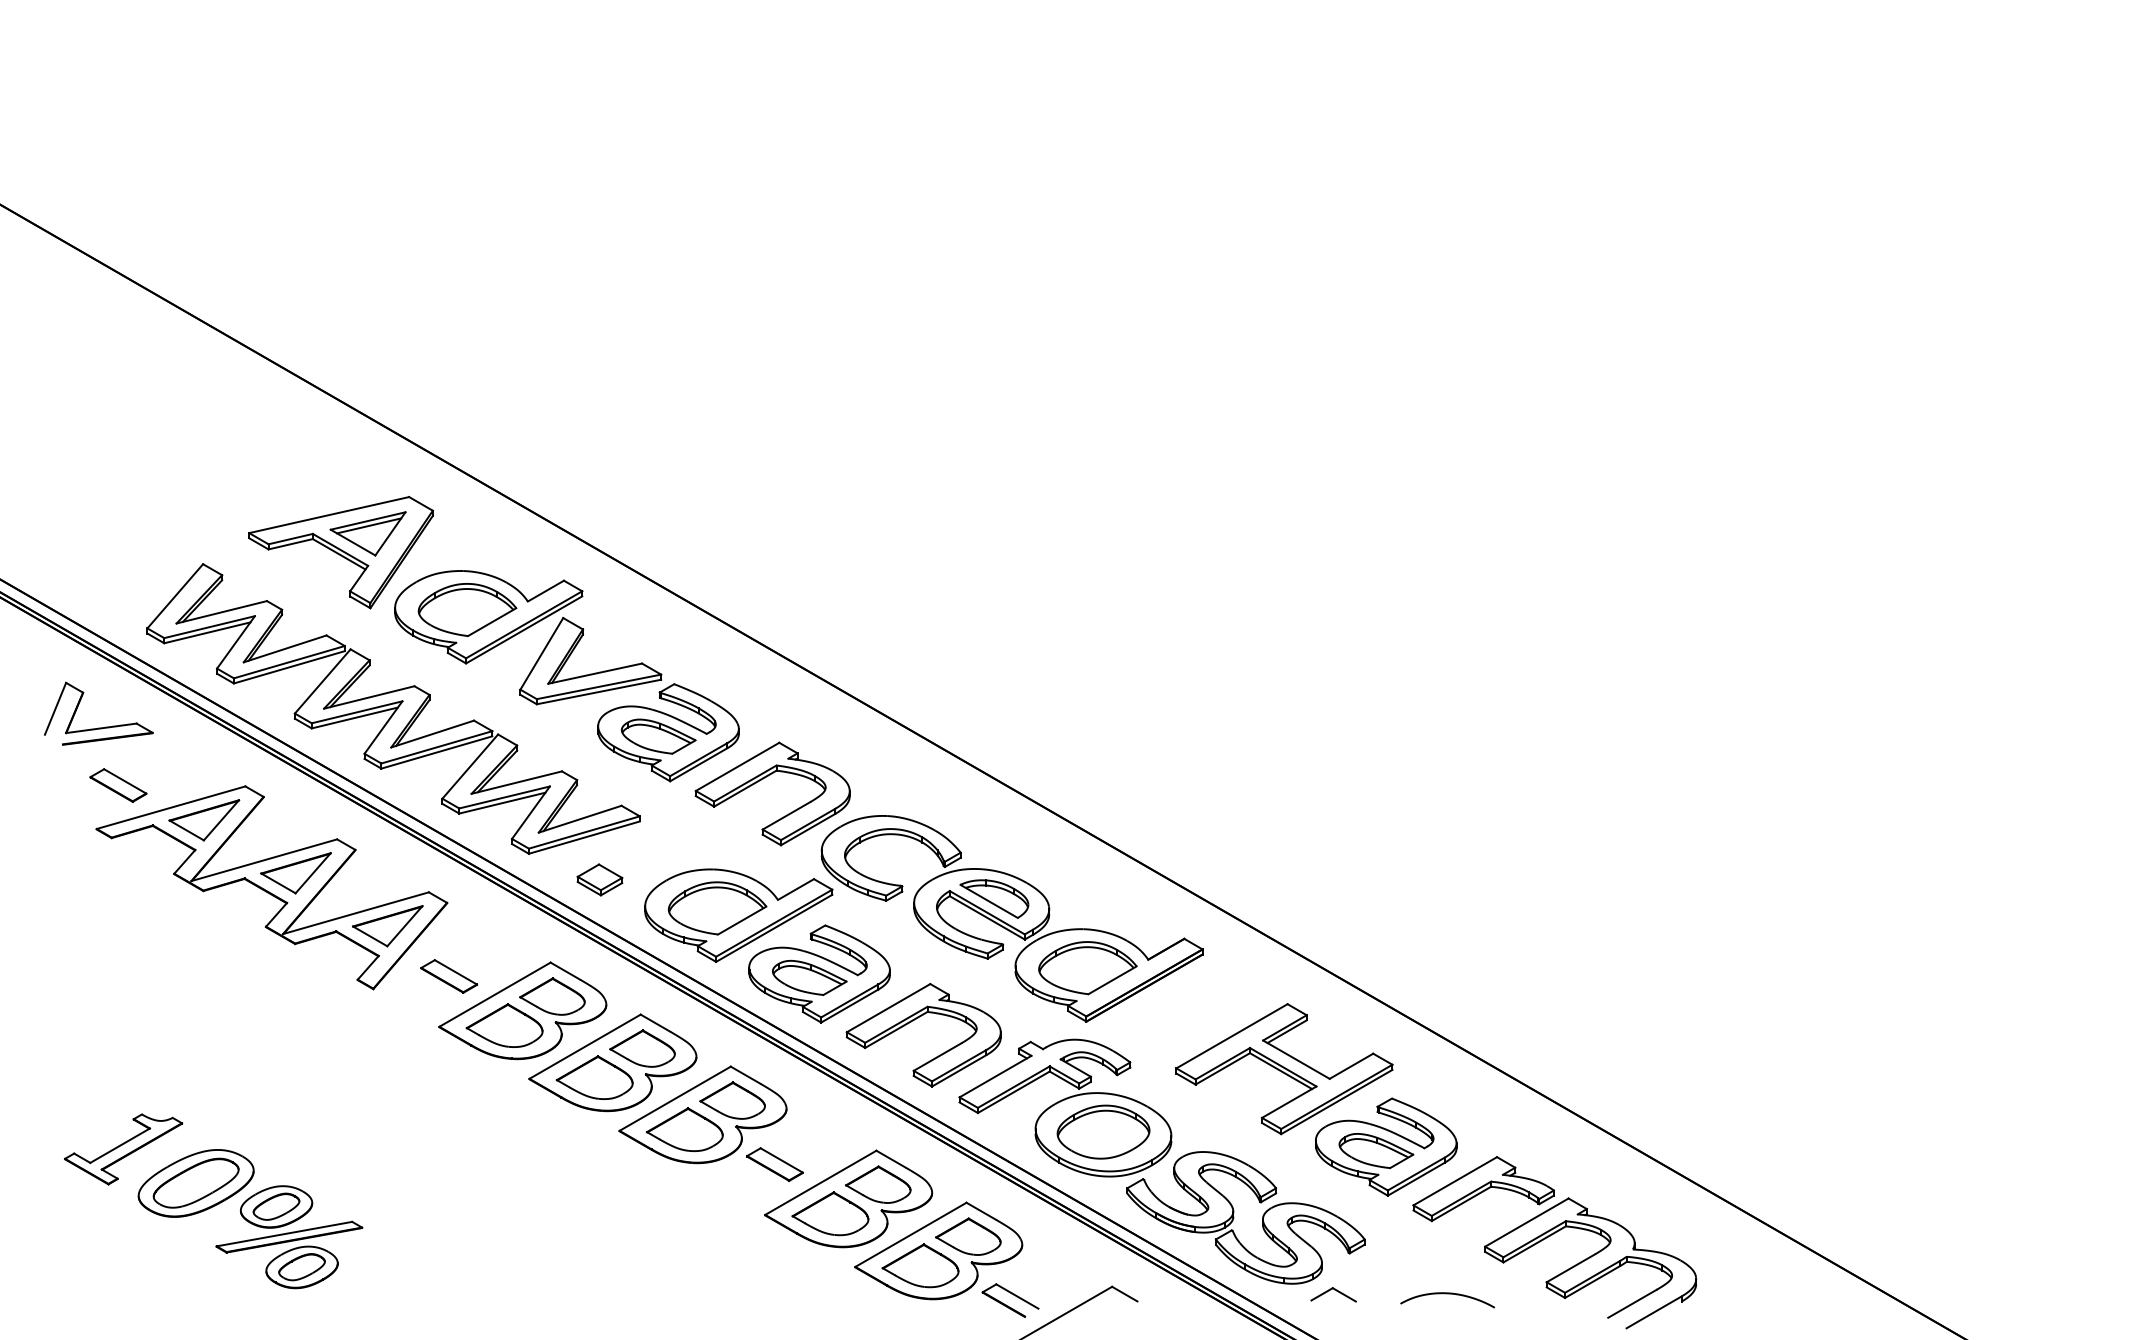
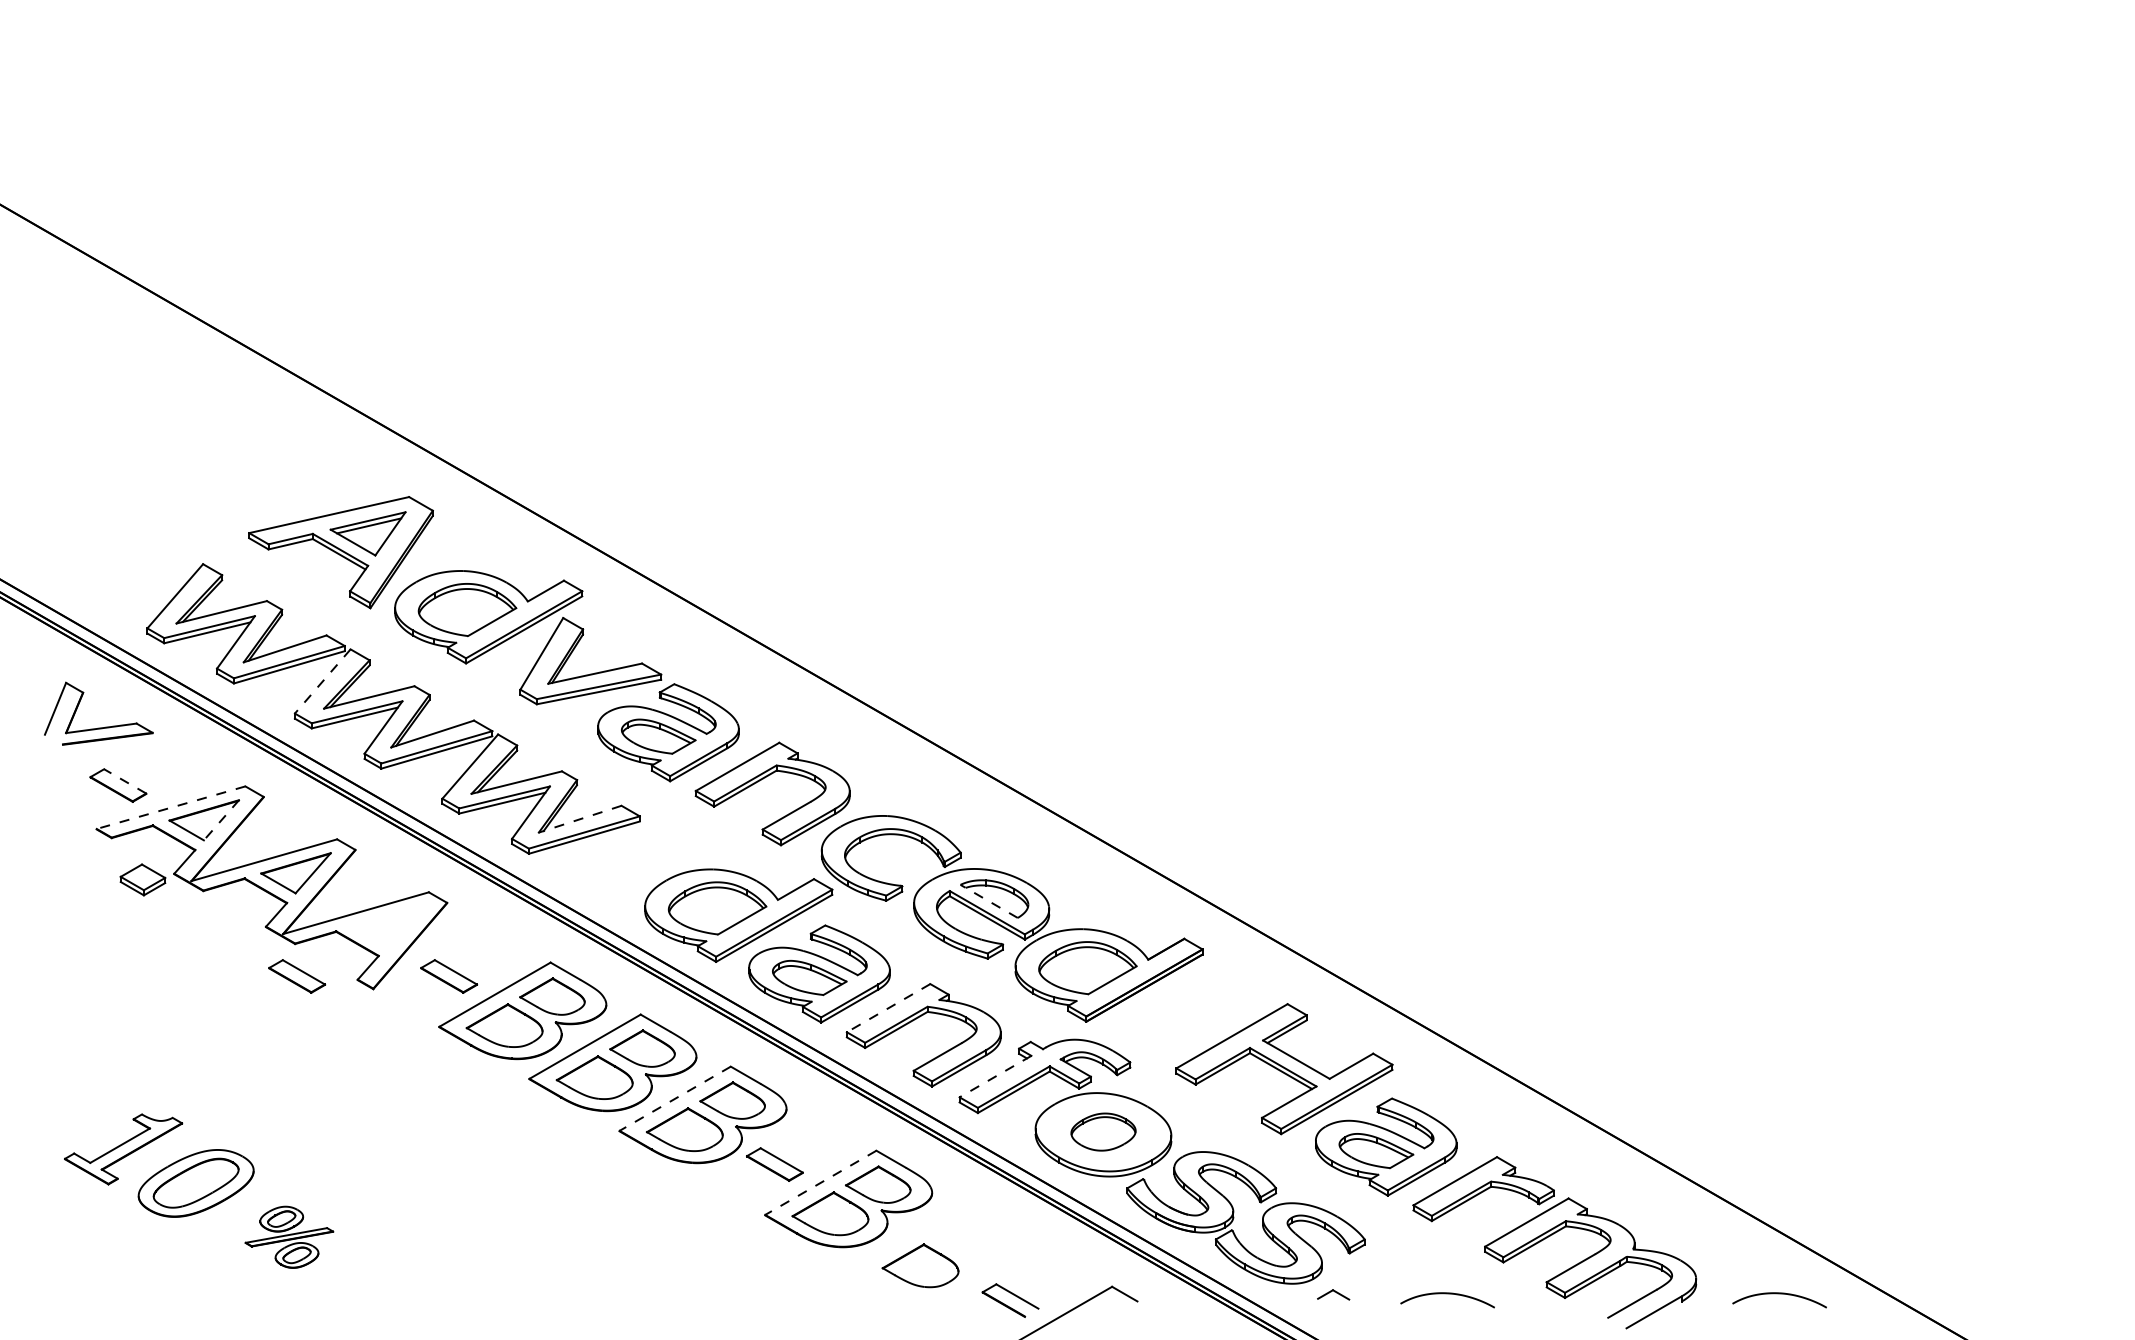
line at (322, 681): solid -> dashed
line at (124, 781): solid -> dashed
line at (170, 807): solid -> dashed
line at (579, 819): solid -> dashed
line at (221, 820): solid -> dashed
part at (599, 879) position: (599, 879) -> (142, 879)
line at (988, 901): solid -> dashed
part at (387, 926): present -> none
part at (297, 976): none -> present
line at (888, 1008): solid -> dashed
line at (995, 1076): solid -> dashed
line at (674, 1099): solid -> dashed
part at (1103, 1131) size: 95x56 px -> 67x40 px
line at (820, 1183): solid -> dashed
part at (289, 1237) size: 149x105 px -> 91x64 px
part at (938, 1250): present -> none
part at (1333, 1294) size: 47x16 px -> 34x12 px
part at (1779, 1300): none -> present
